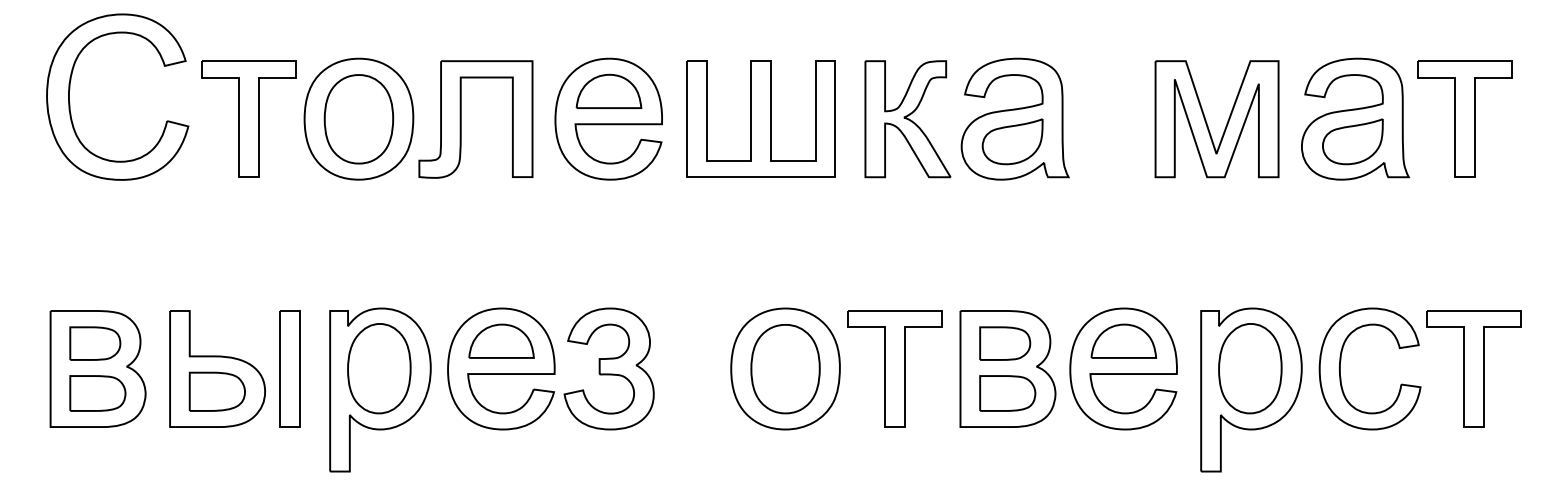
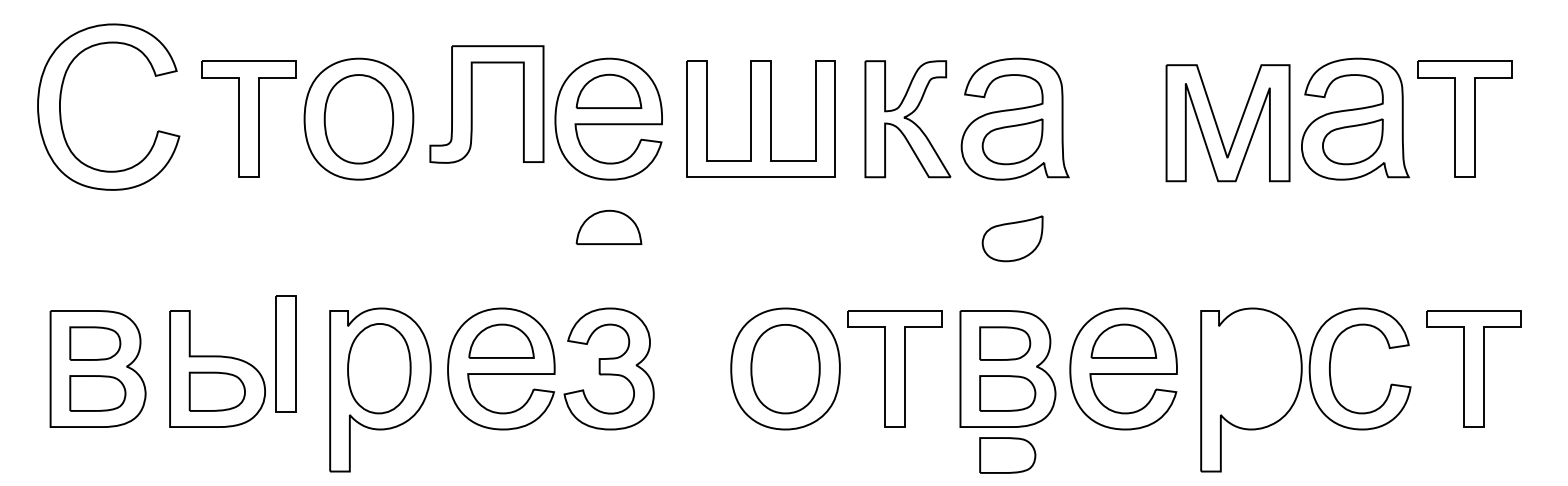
part at (70, 89) position: (70, 89) -> (61, 99)
part at (461, 119) position: (461, 119) -> (472, 104)
part at (1207, 123) position: (1207, 123) -> (1218, 127)
part at (608, 226): none -> present
part at (1012, 238): none -> present
part at (289, 368) position: (289, 368) -> (285, 353)
part at (1250, 368): present -> none
part at (1340, 368) position: (1340, 368) -> (1330, 368)
part at (1007, 455): none -> present
